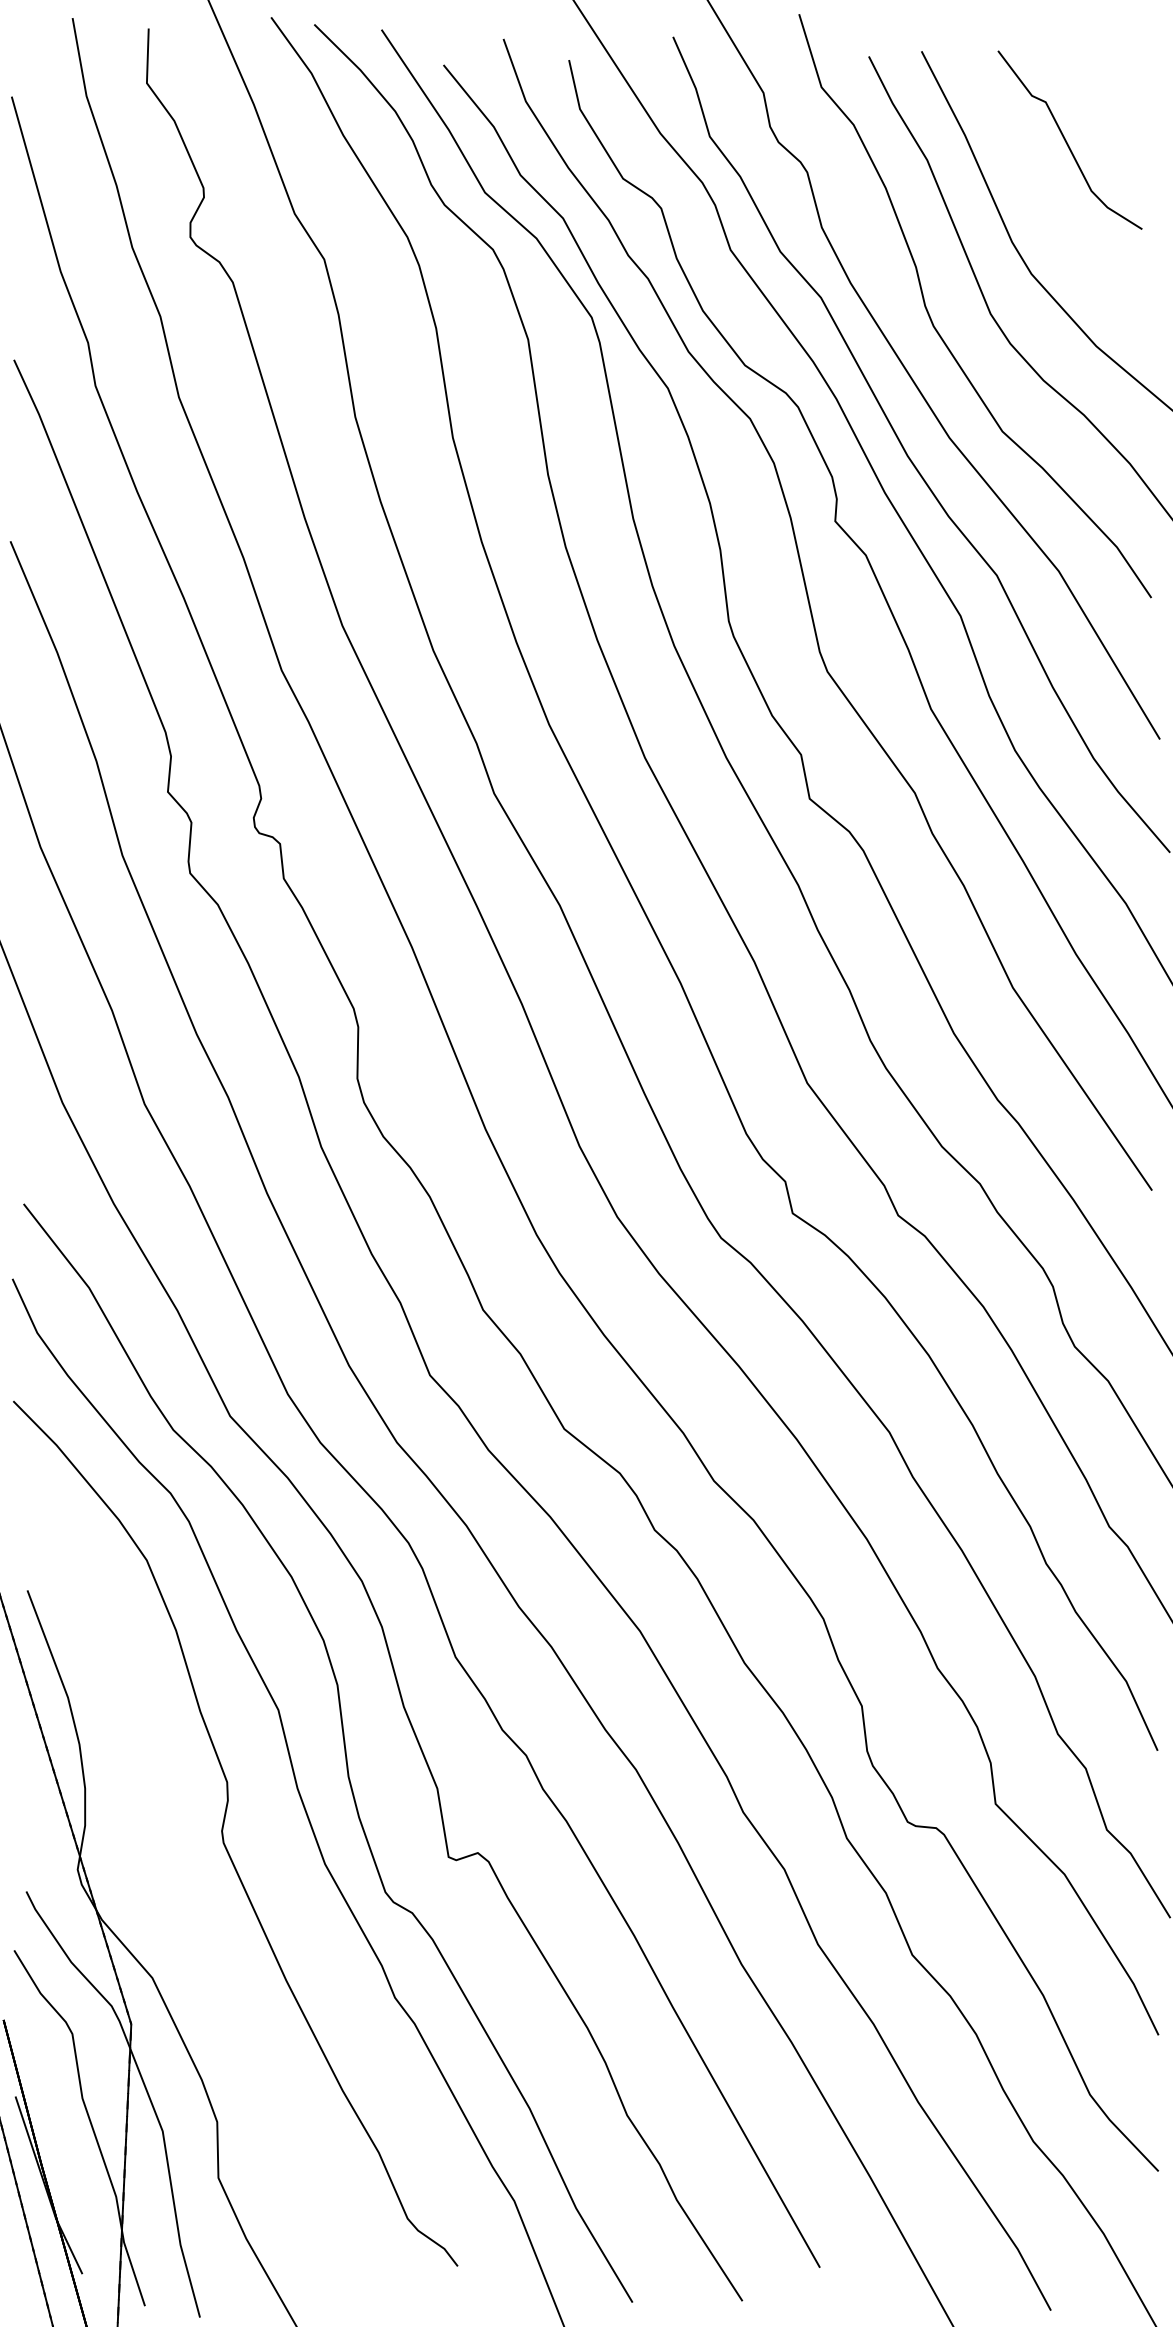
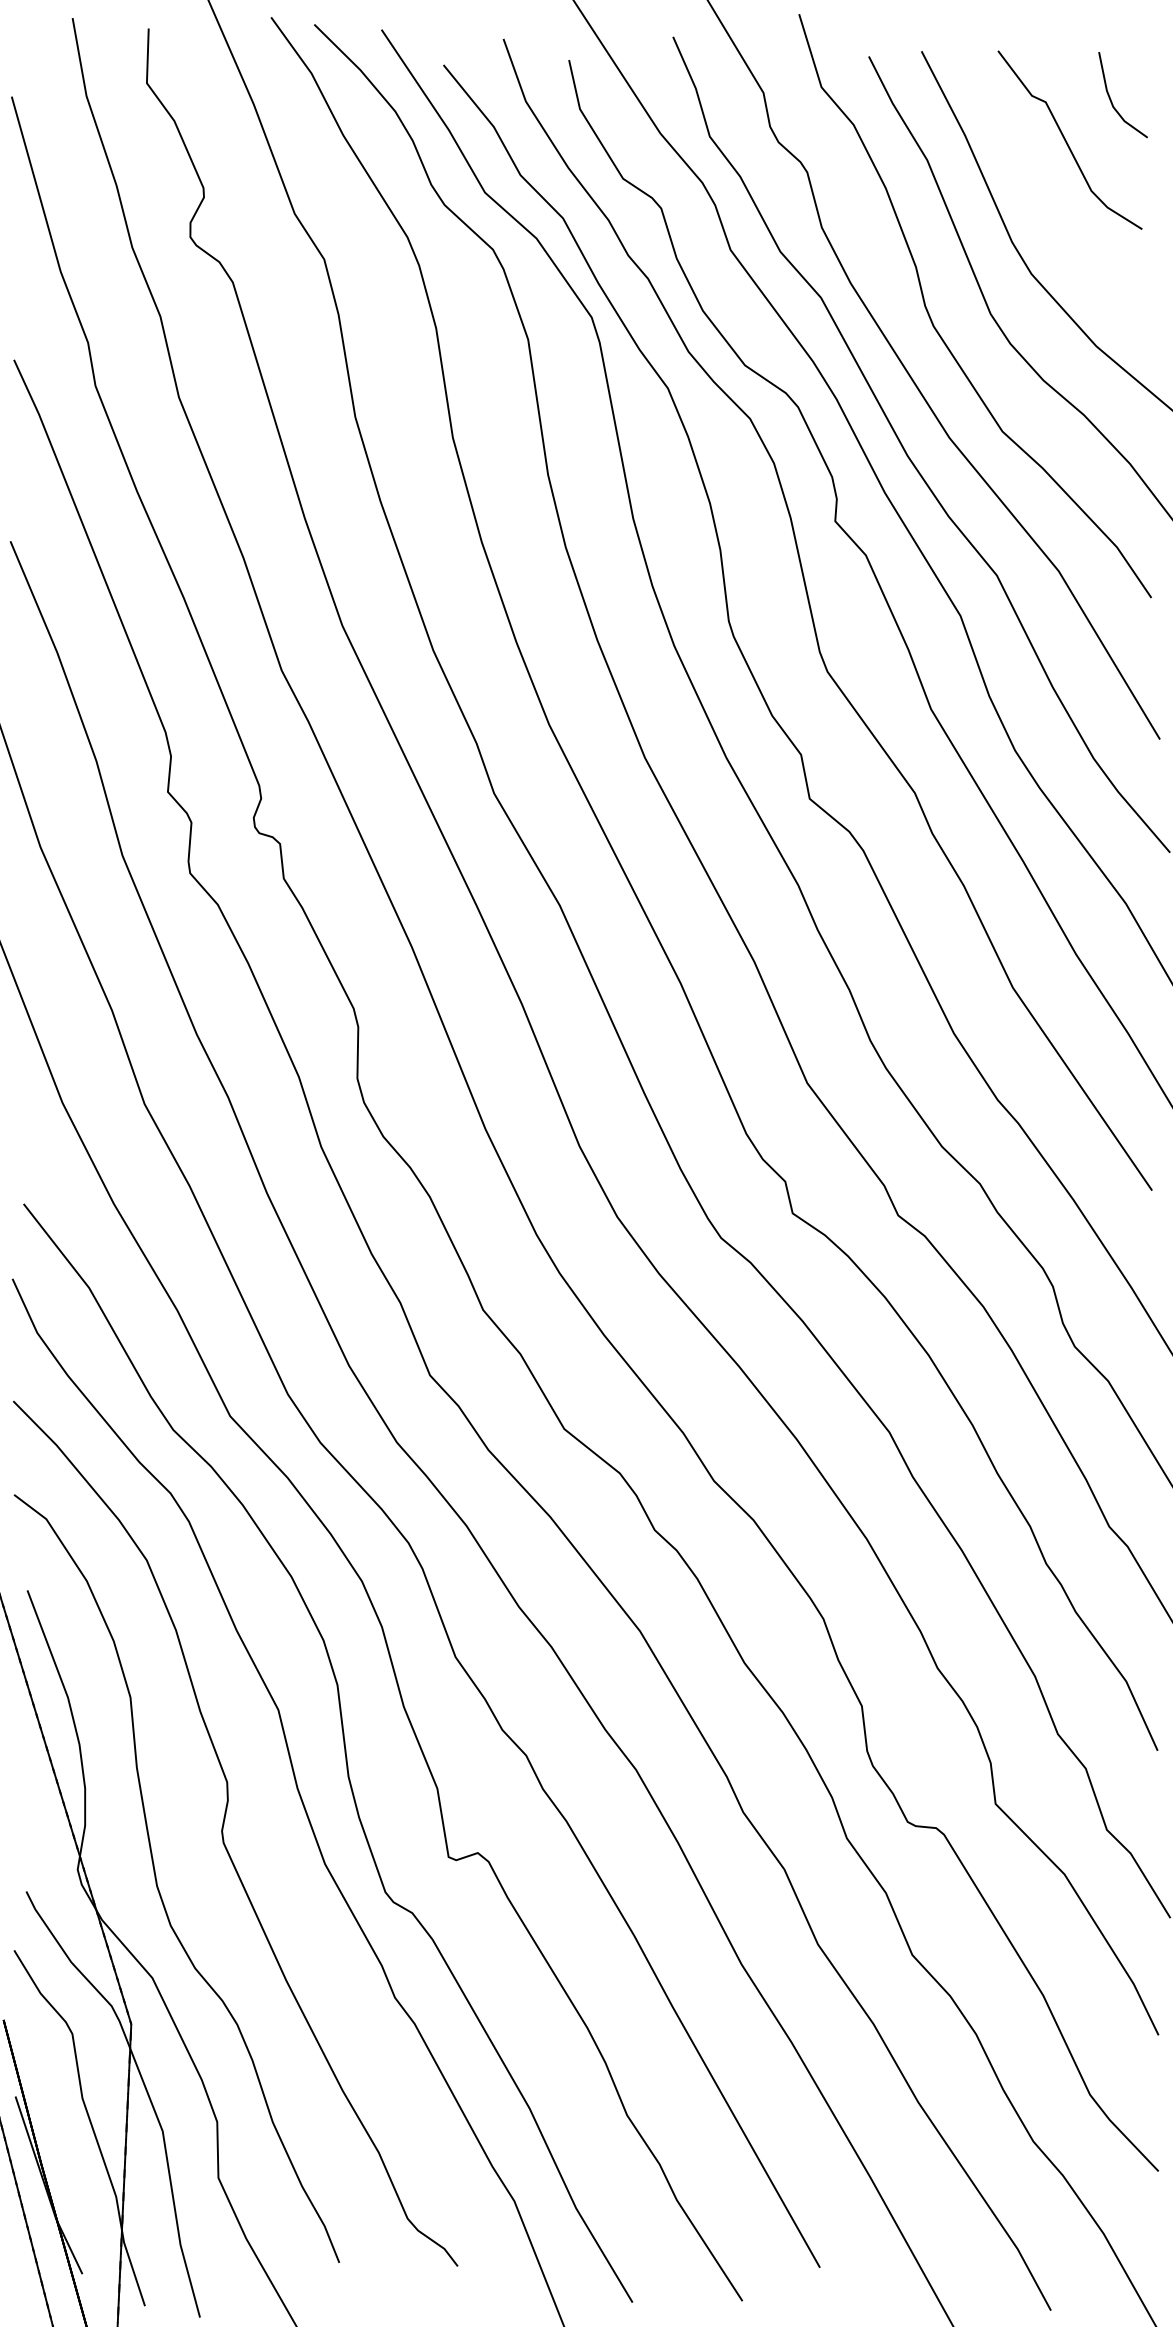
line at (1112, 101): none -> present
curve at (157, 1881): none -> present
